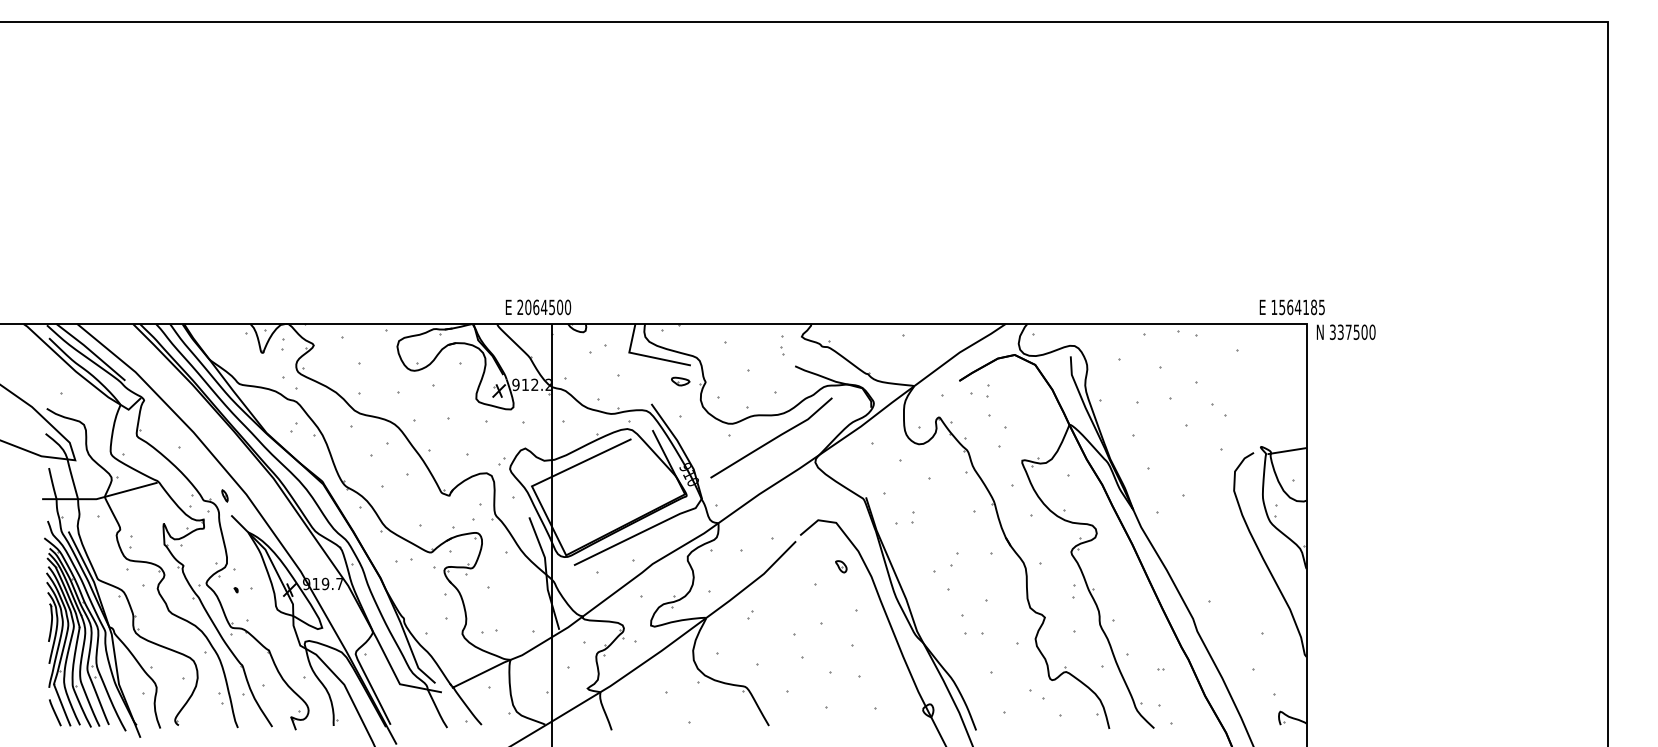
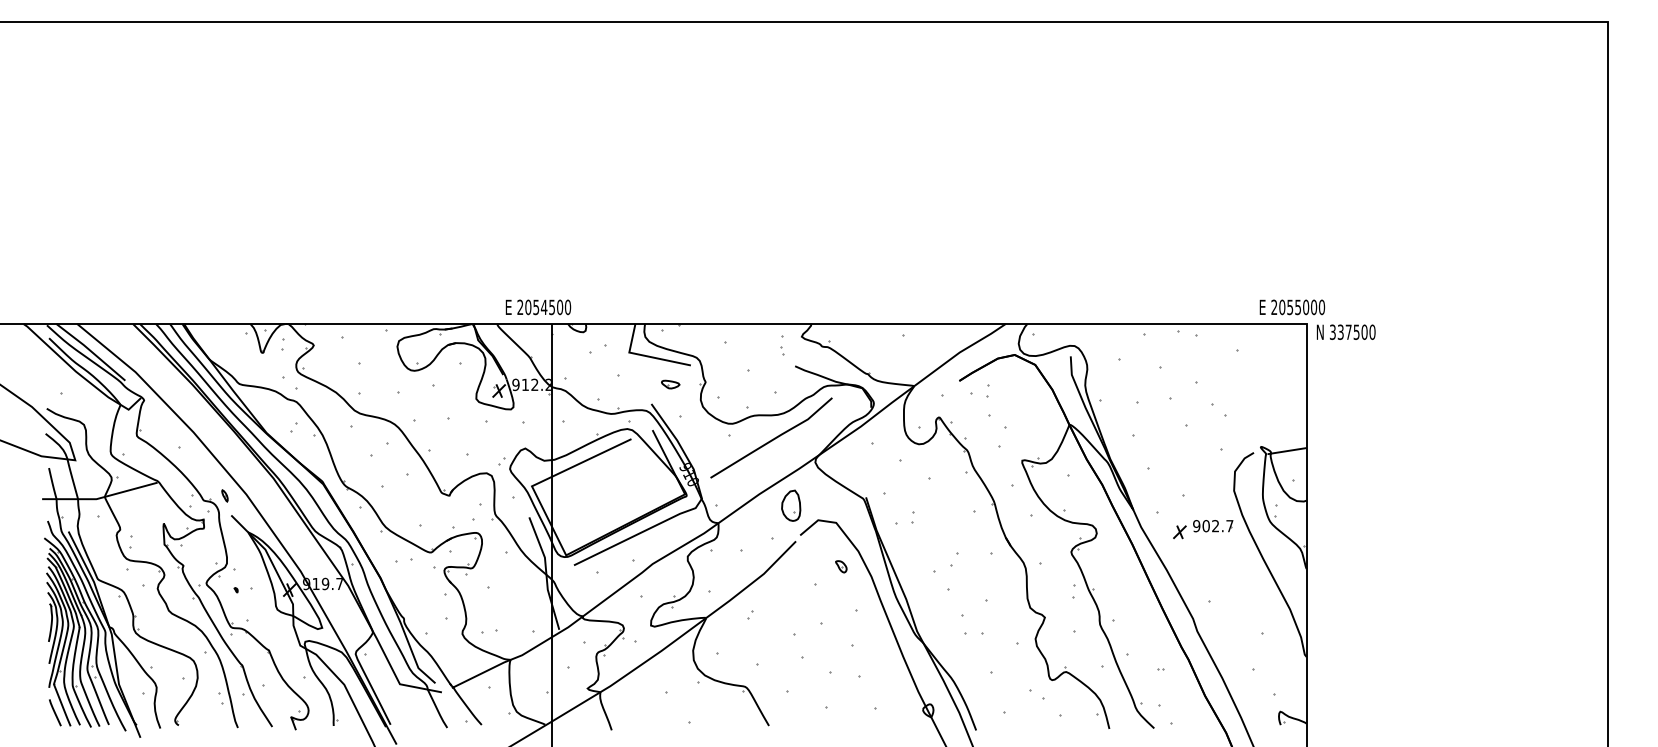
text at (536, 307): 2064500 -> 2054500
text at (1298, 307): 1564185 -> 2055000
part at (680, 381) position: (680, 381) -> (670, 384)
part at (791, 505): none -> present
part at (1203, 529): none -> present
